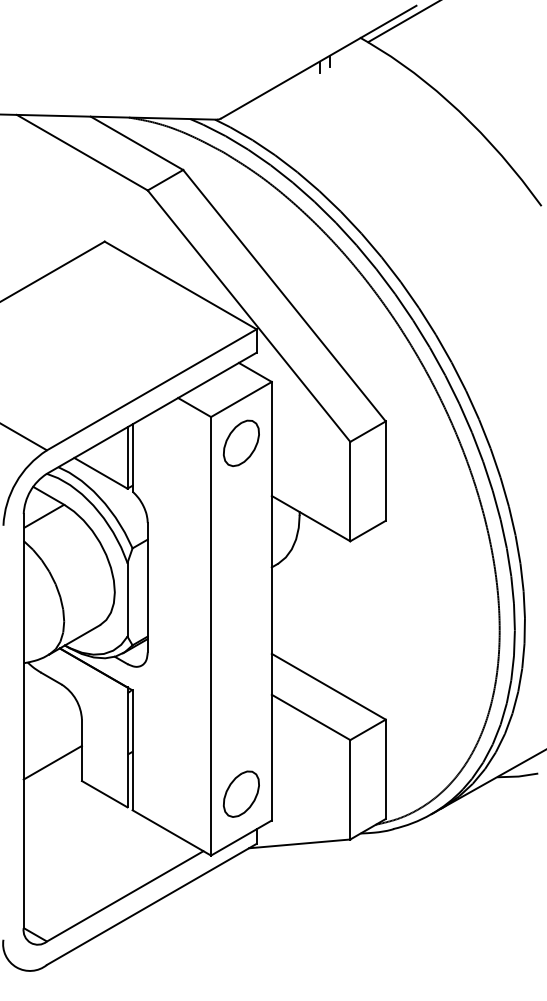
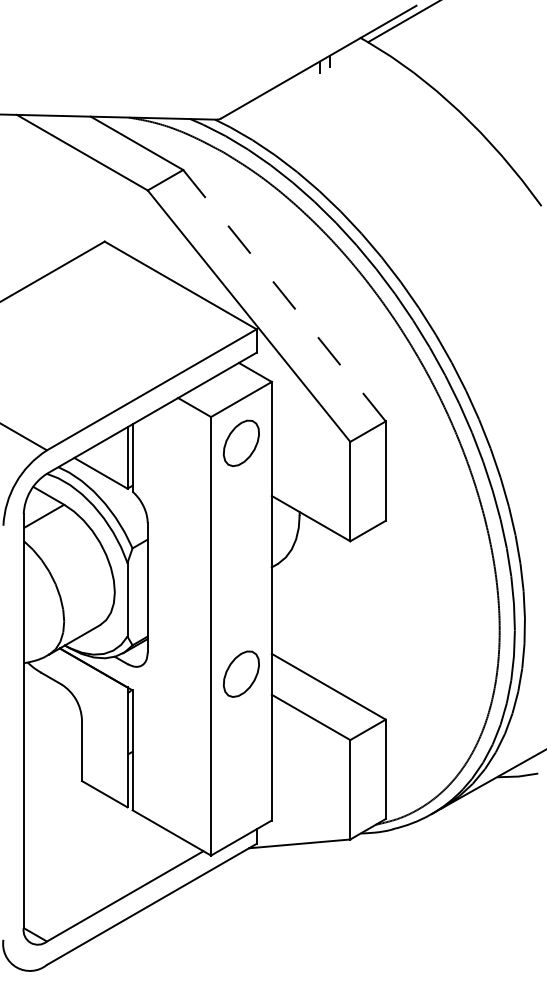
line at (284, 296): solid -> dashed
line at (52, 762): present -> none
part at (240, 793) position: (240, 793) -> (240, 673)
